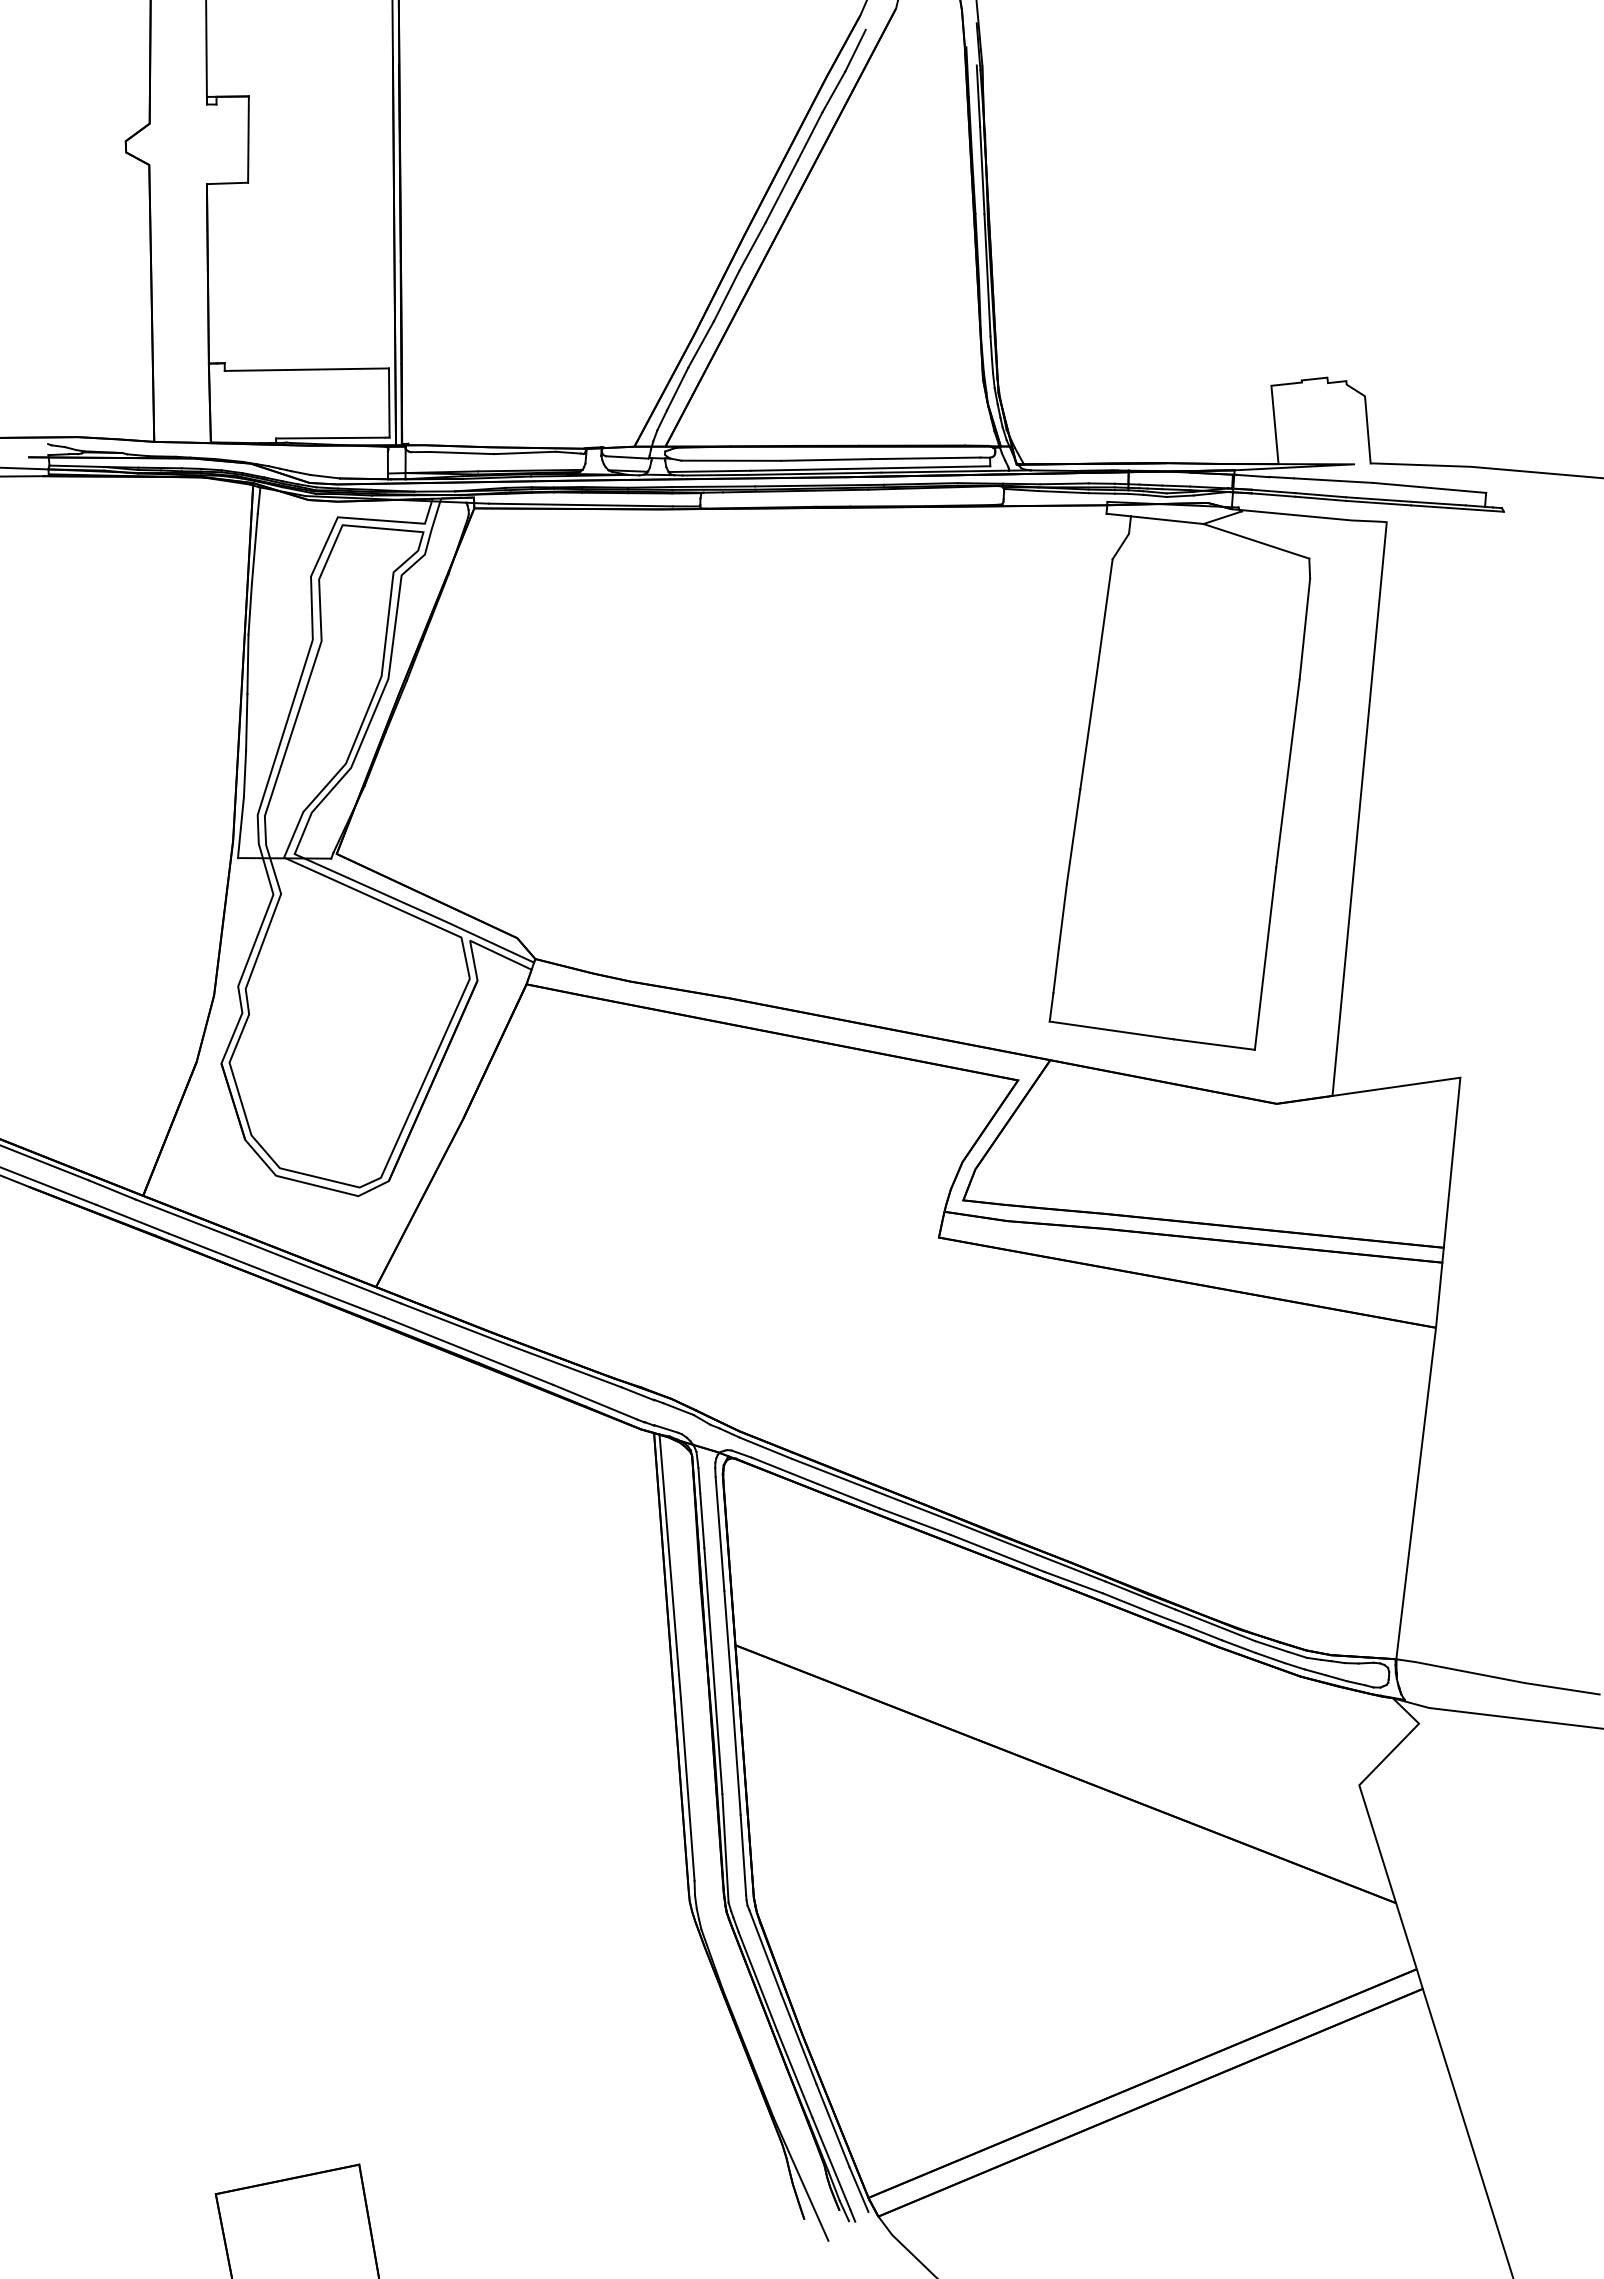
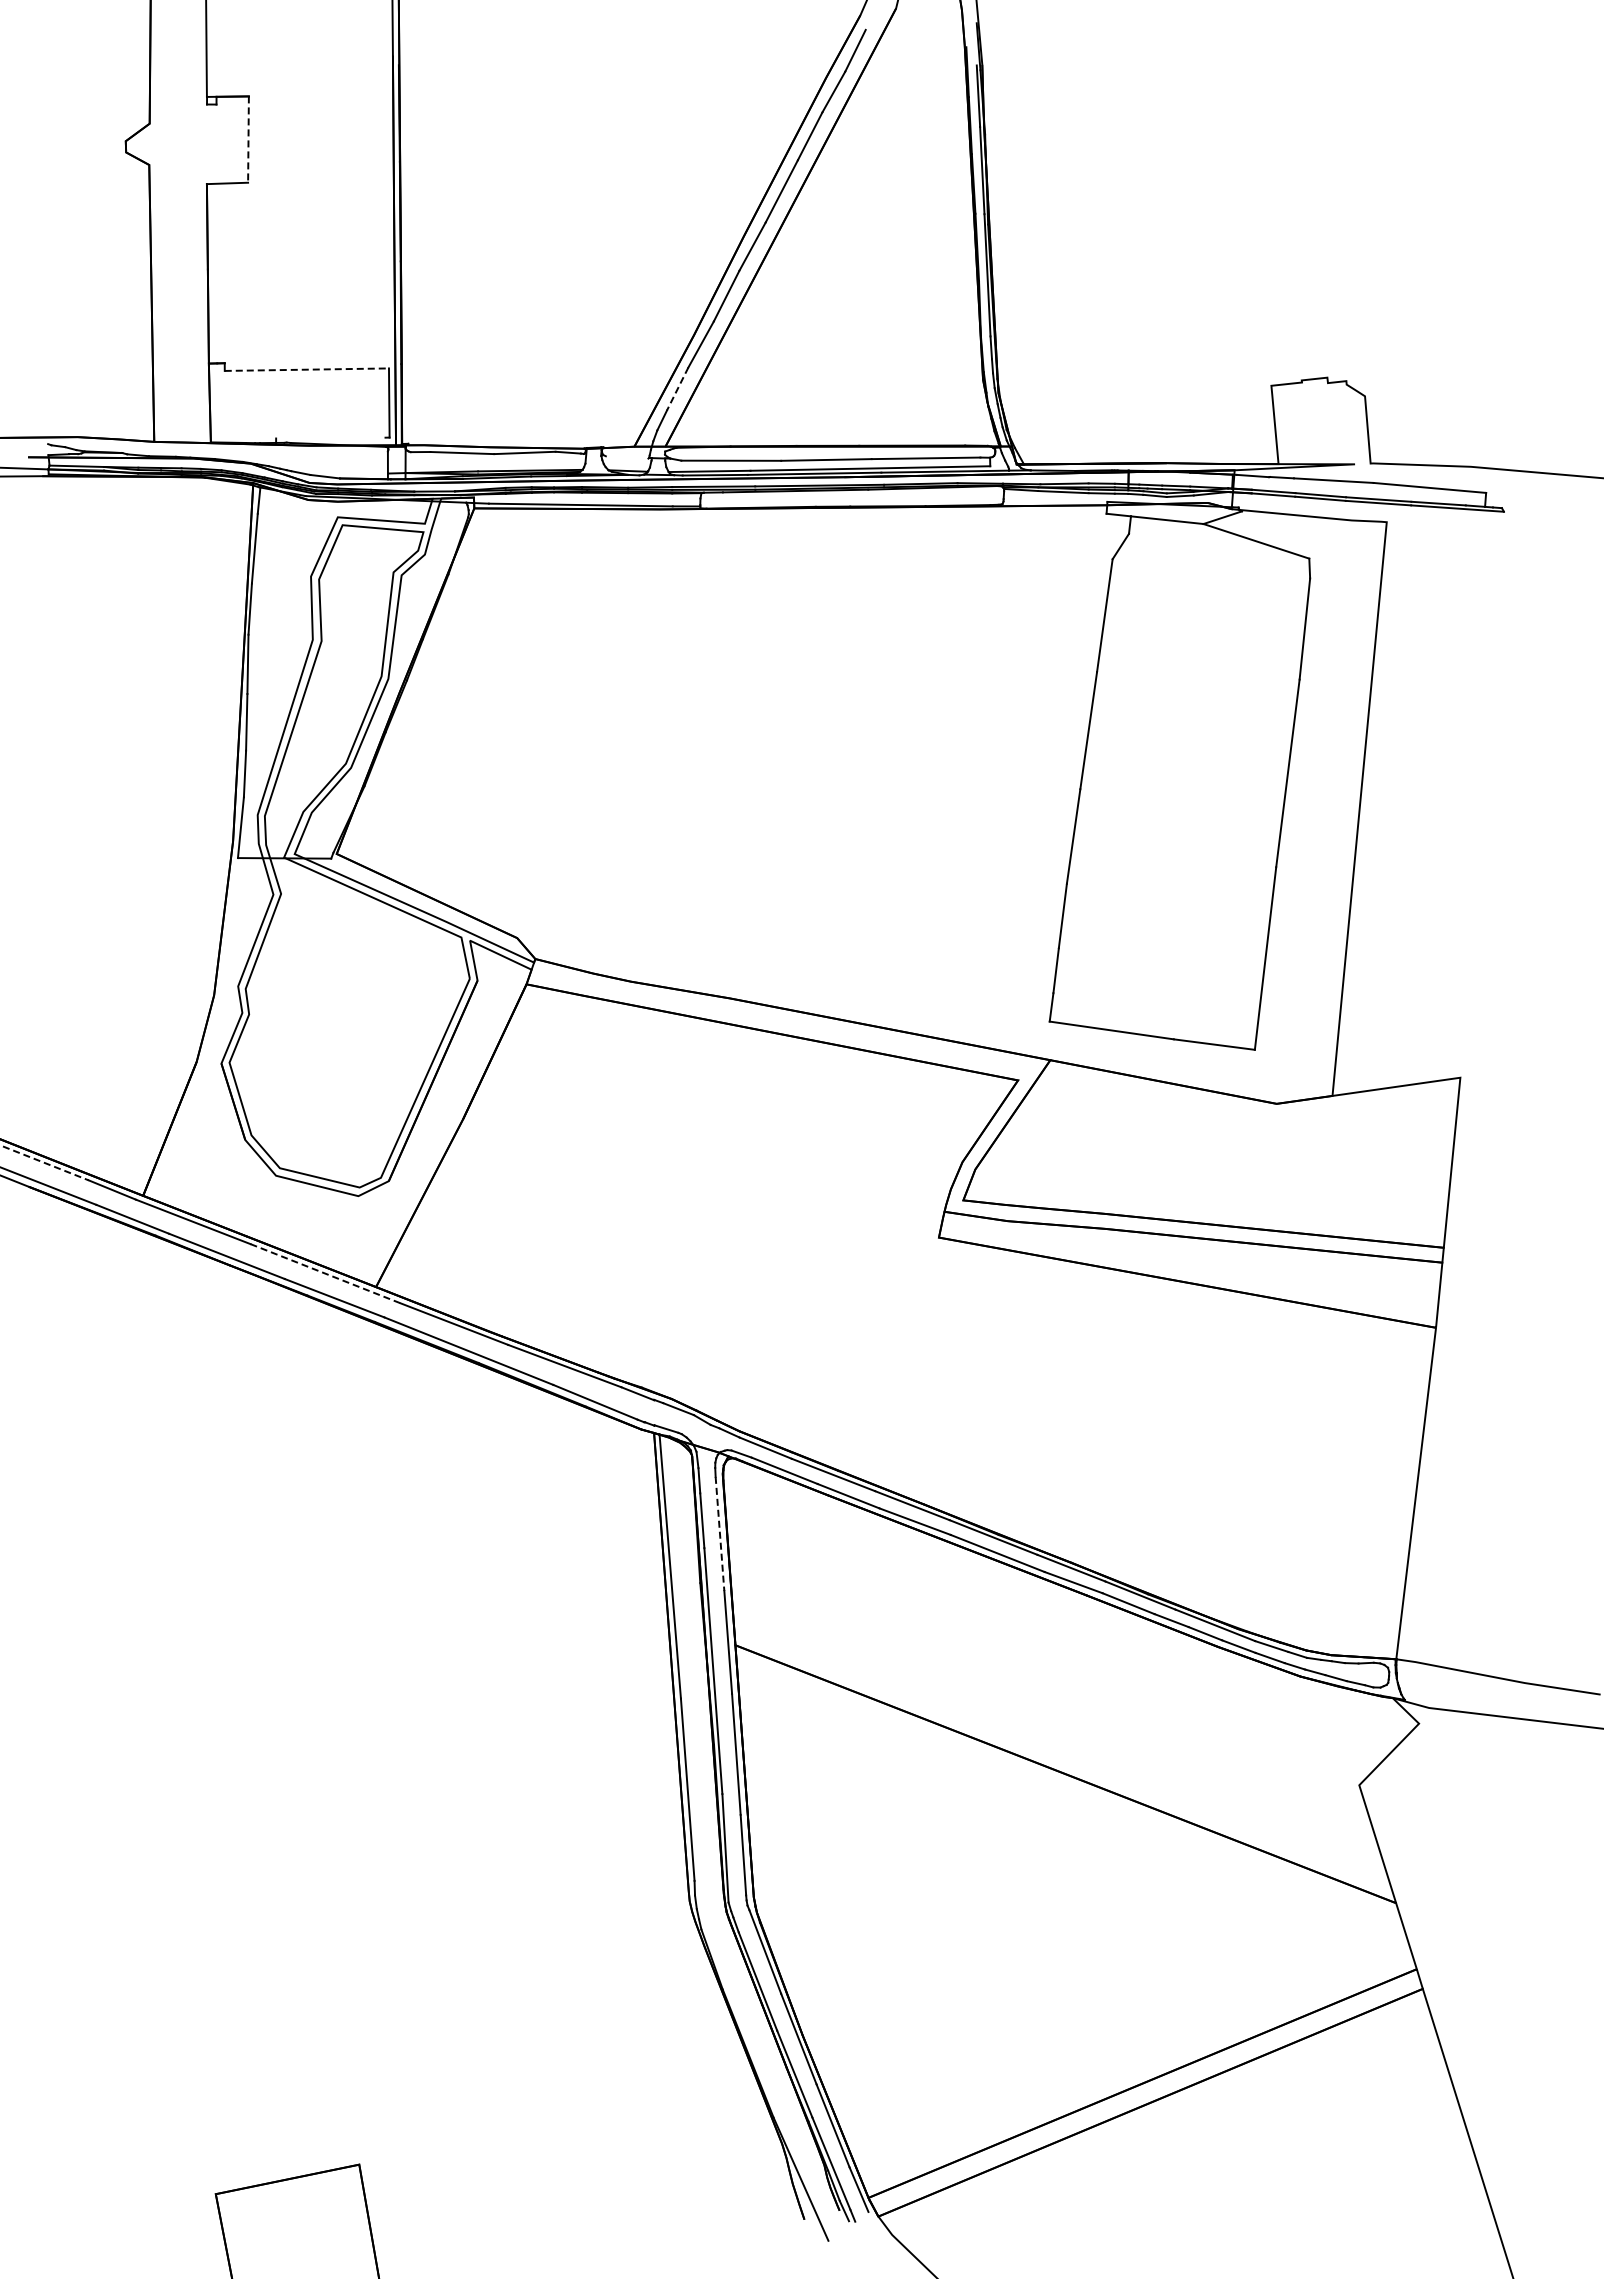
line at (248, 140): solid -> dashed
line at (307, 369): solid -> dashed
line at (677, 389): solid -> dashed
line at (330, 437): present -> none
line at (626, 457): present -> none
line at (44, 1162): solid -> dashed
line at (325, 1273): solid -> dashed
line at (720, 1534): solid -> dashed
